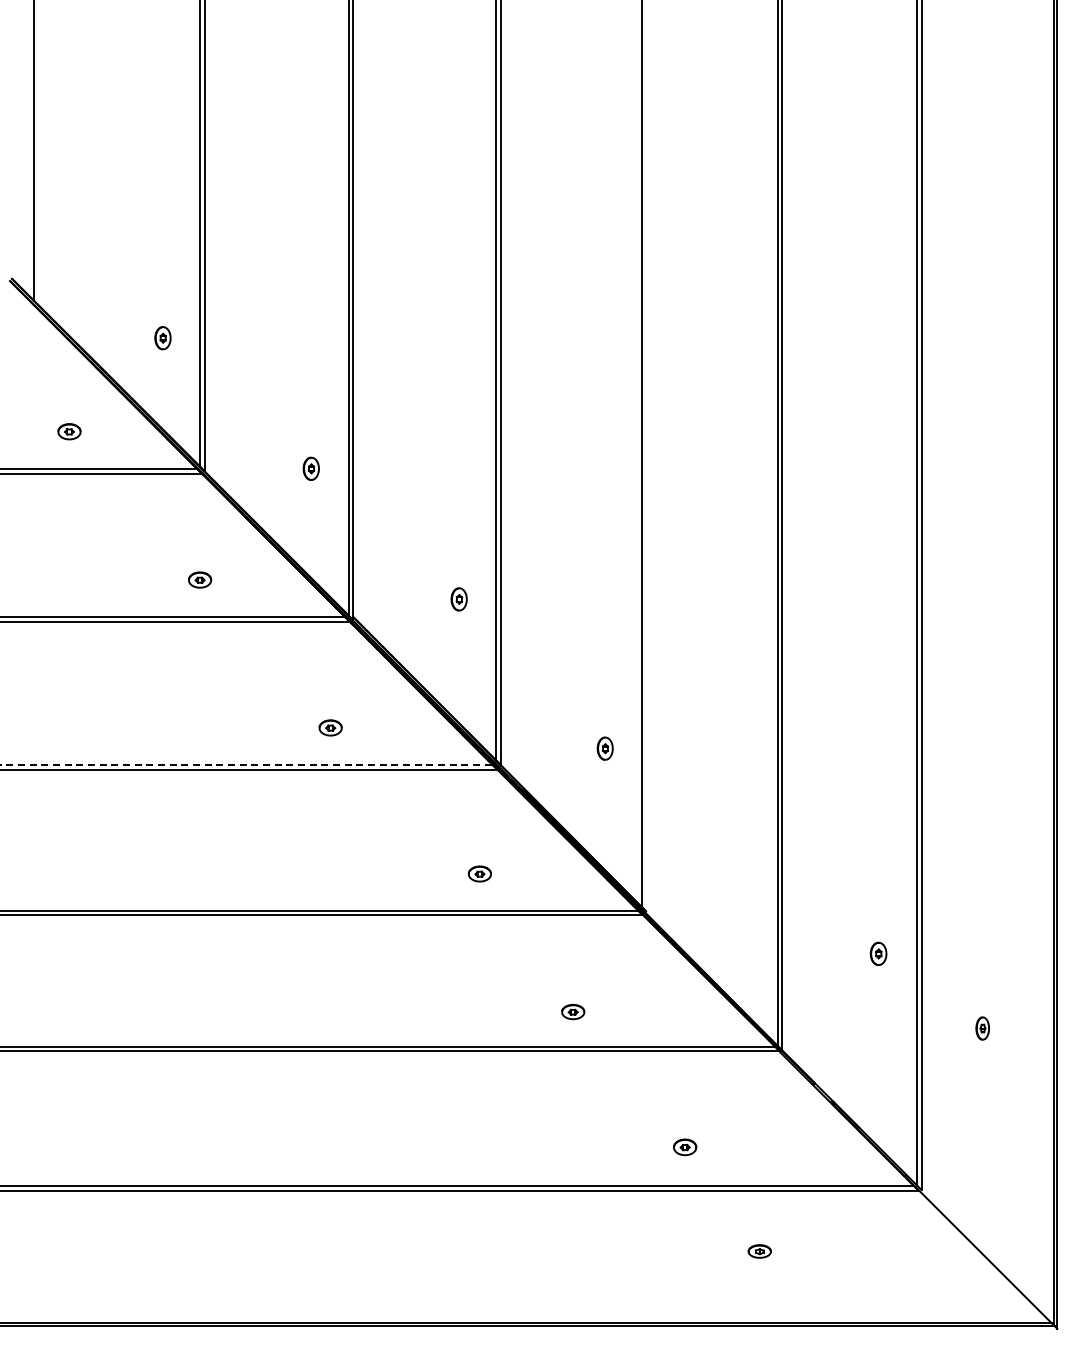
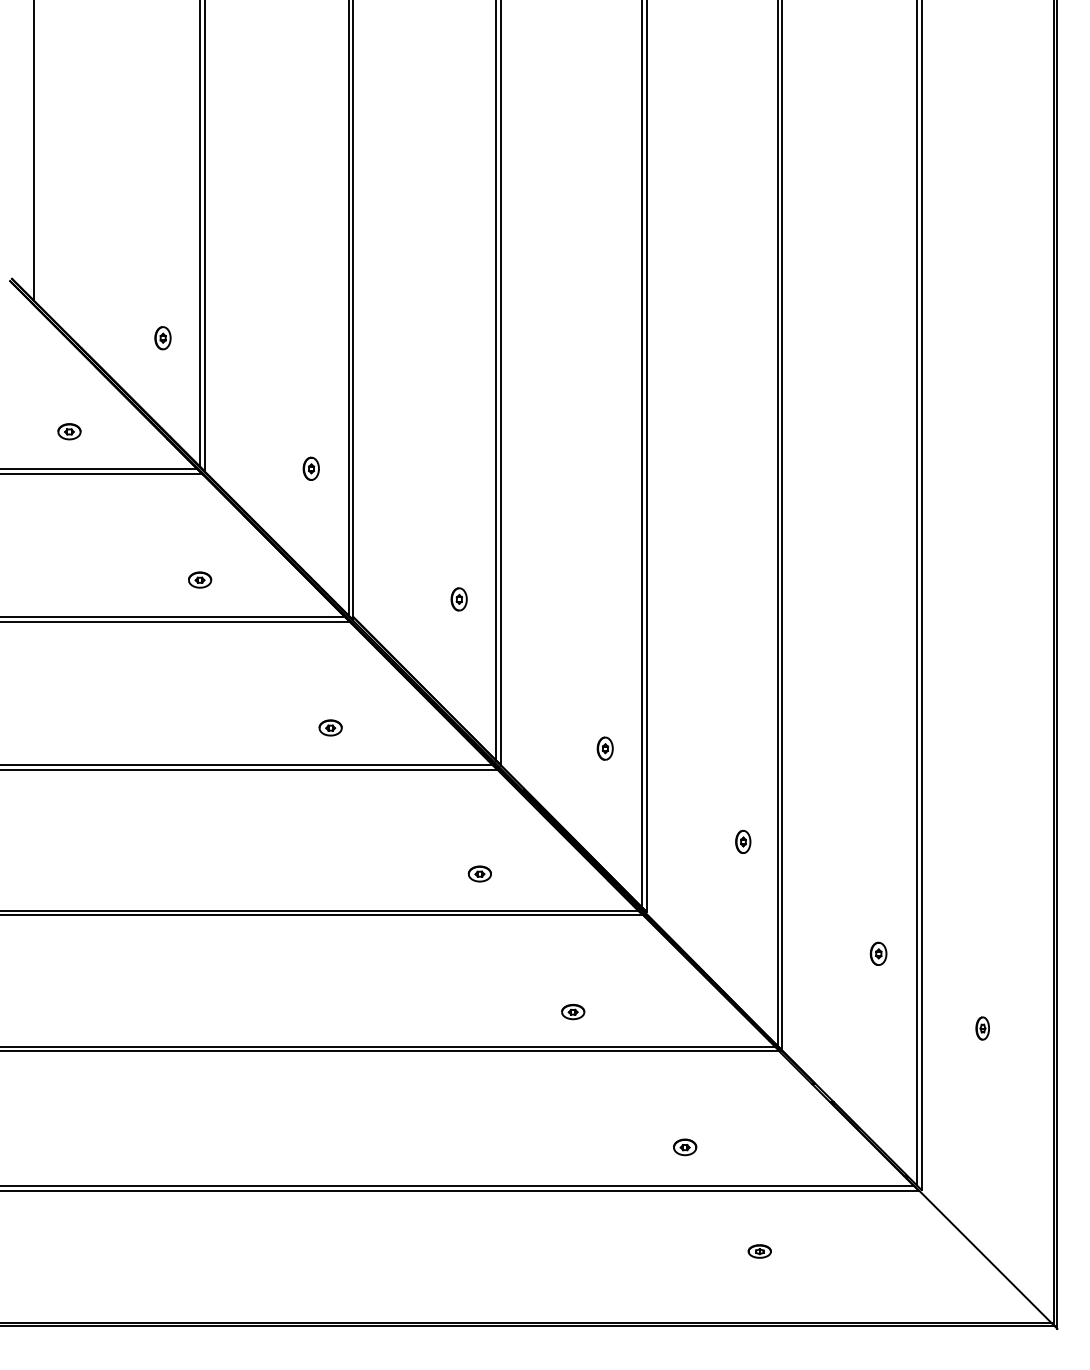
line at (646, 457): none -> present
line at (247, 765): dashed -> solid
part at (743, 841): none -> present
